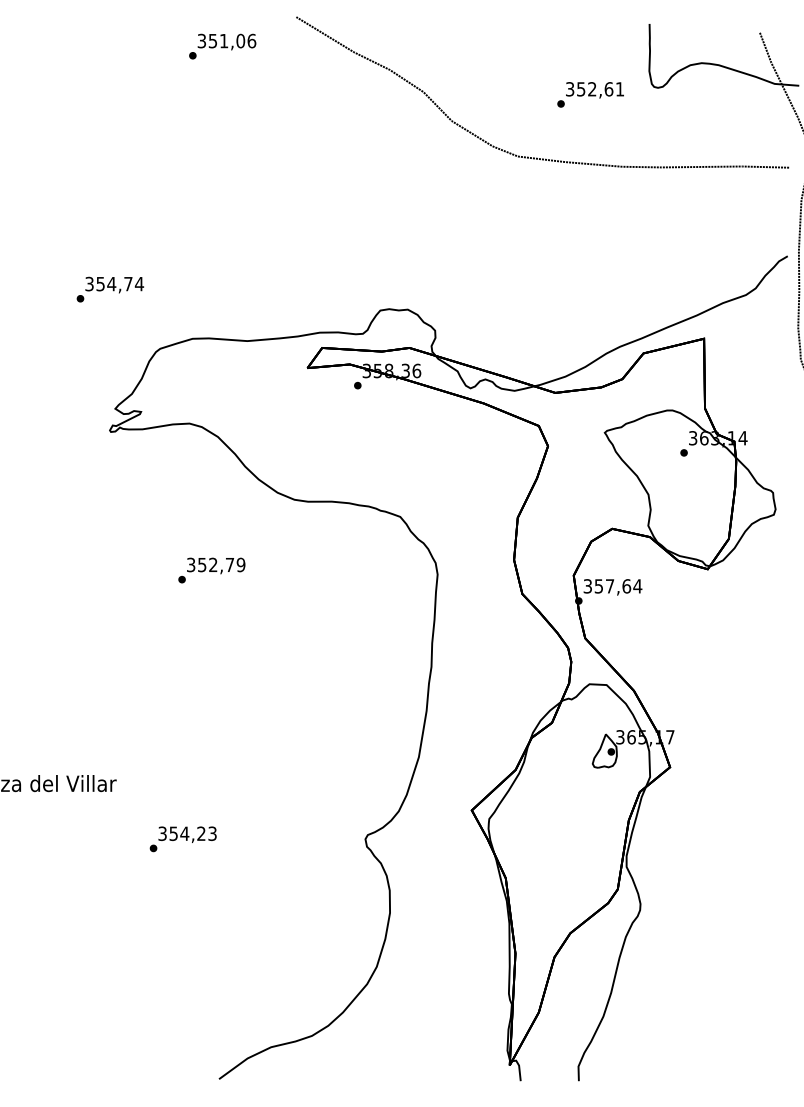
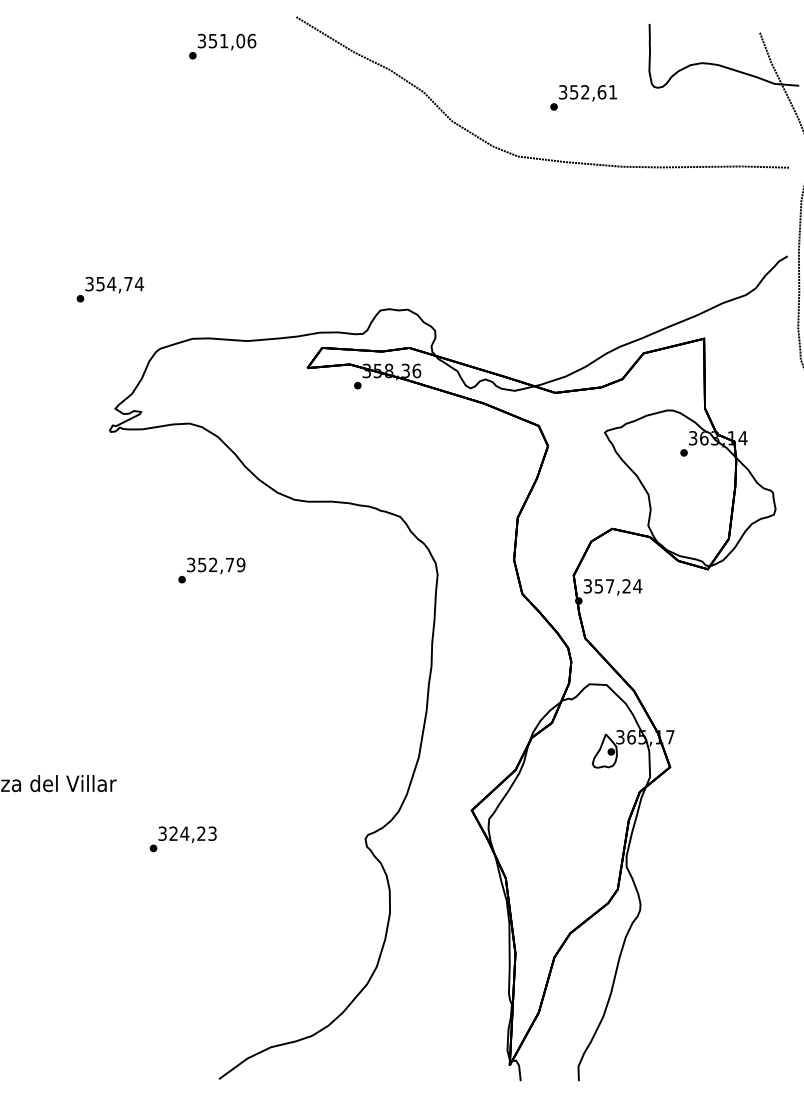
text at (590, 94) position: (590, 94) -> (583, 97)
text at (626, 586): 357,64 -> 357,24
text at (173, 833): 354,23 -> 324,23
